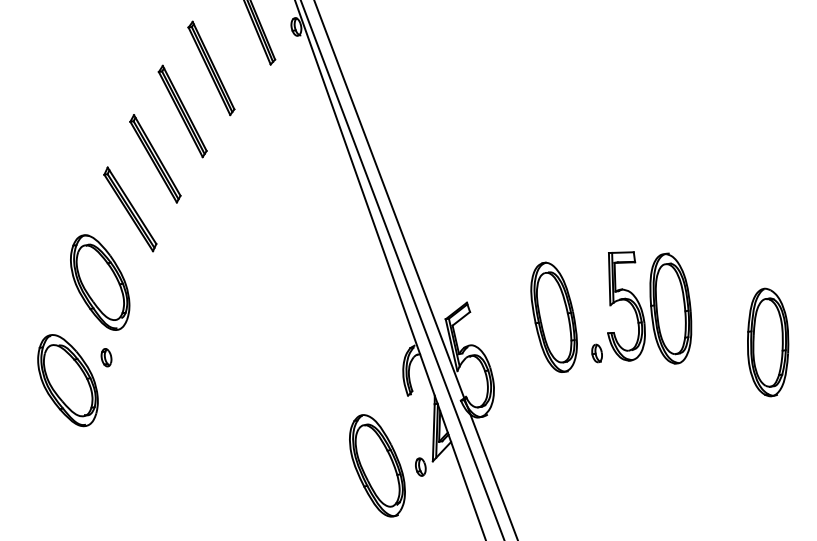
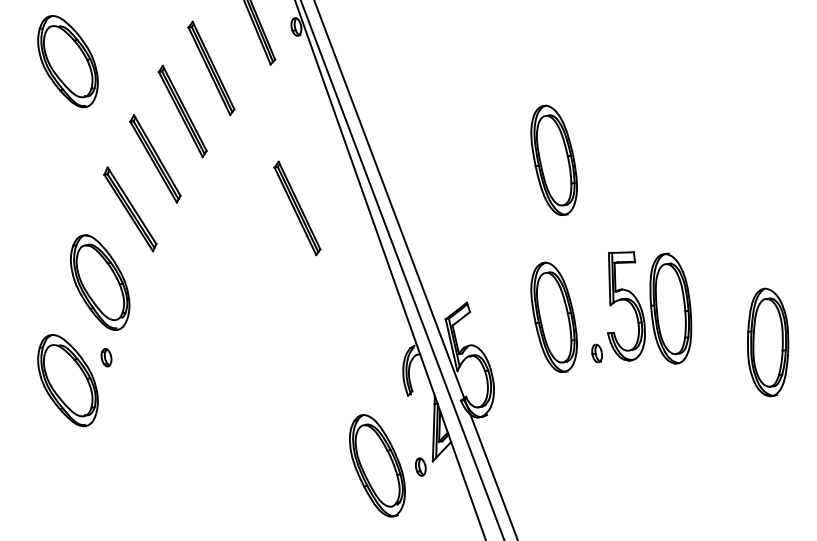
part at (67, 61): none -> present
part at (553, 159): none -> present
part at (297, 208): none -> present
